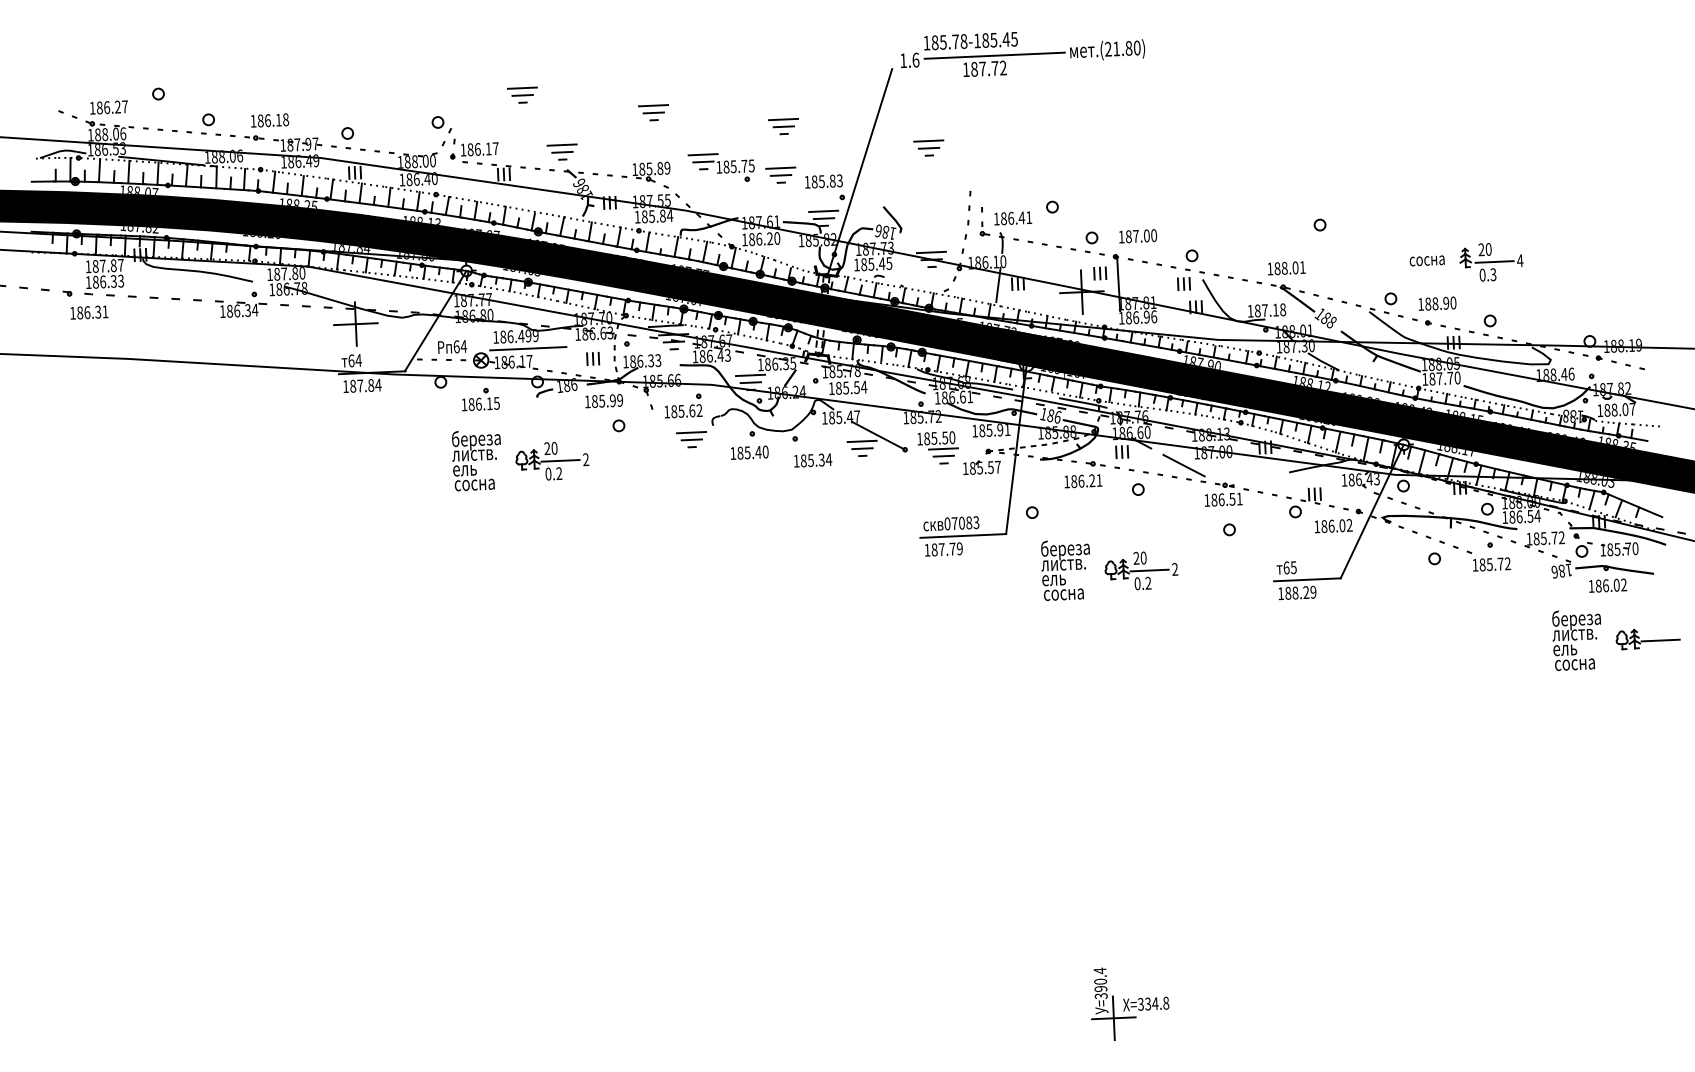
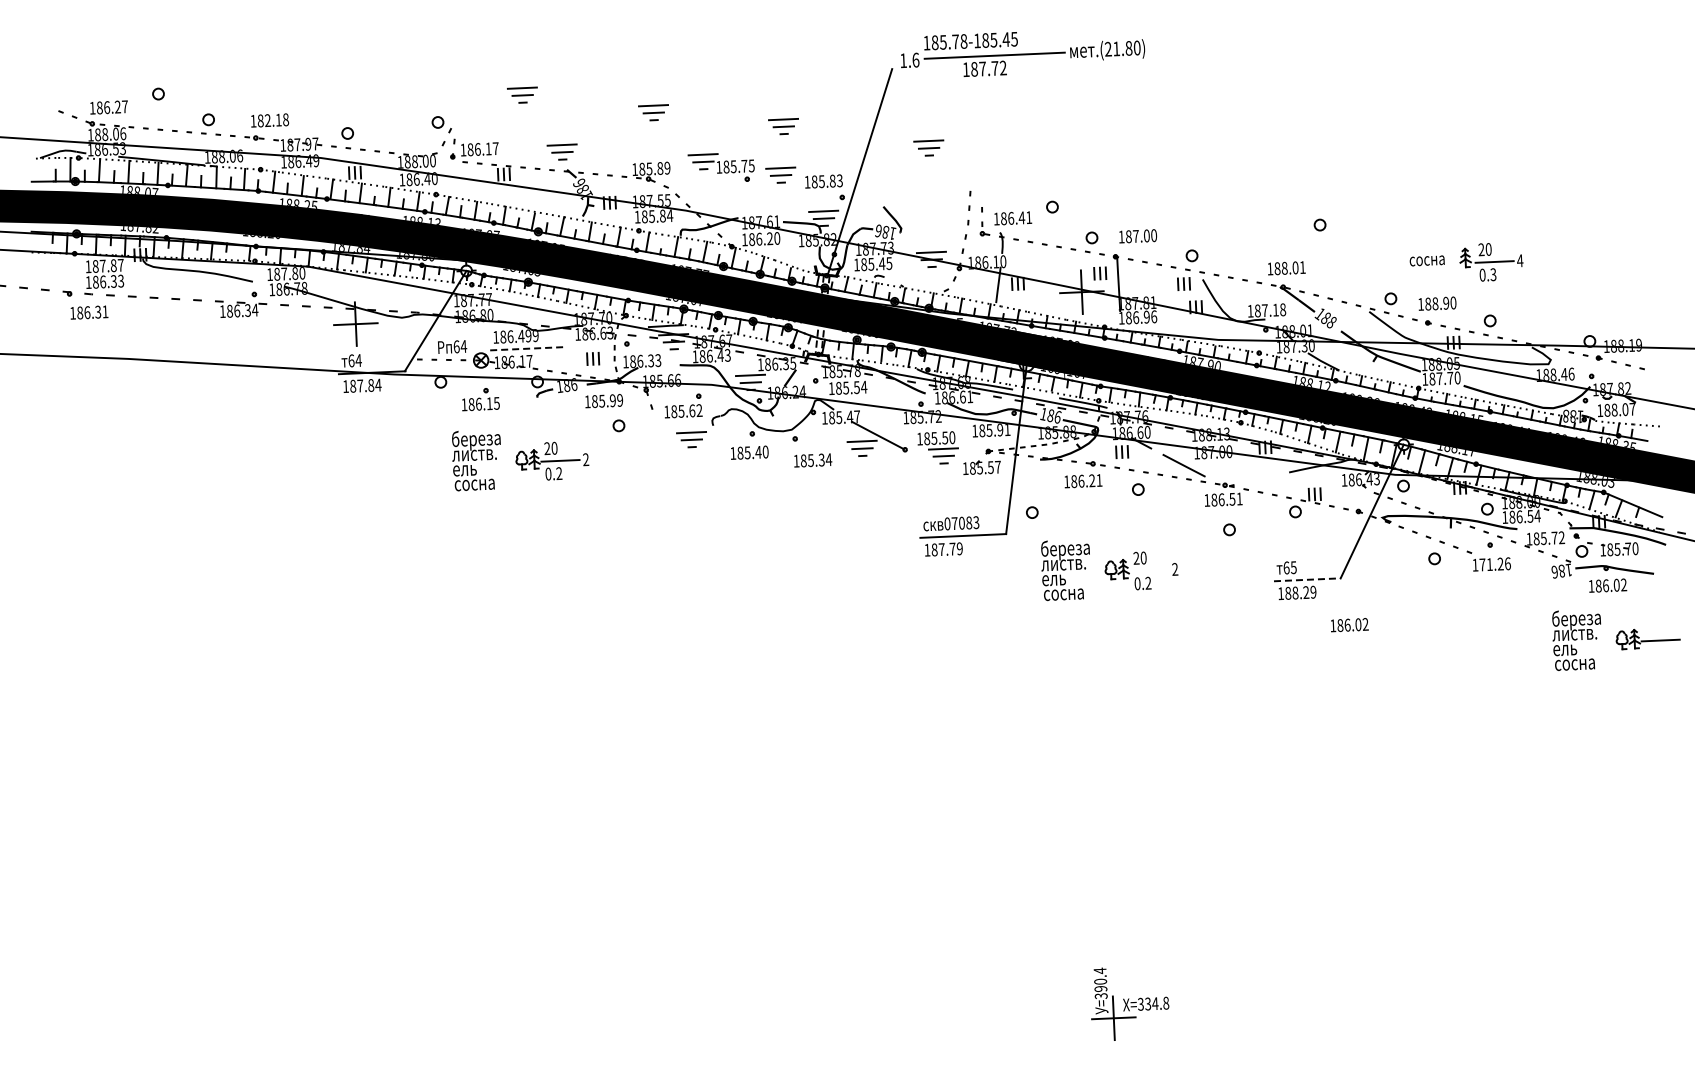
text at (268, 120): 186.18 -> 182.18
line at (528, 348): solid -> dashed
text at (1333, 526) position: (1333, 526) -> (1349, 625)
text at (1495, 564): 185.72 -> 171.26
line at (1149, 570): present -> none
line at (1307, 579): solid -> dashed
